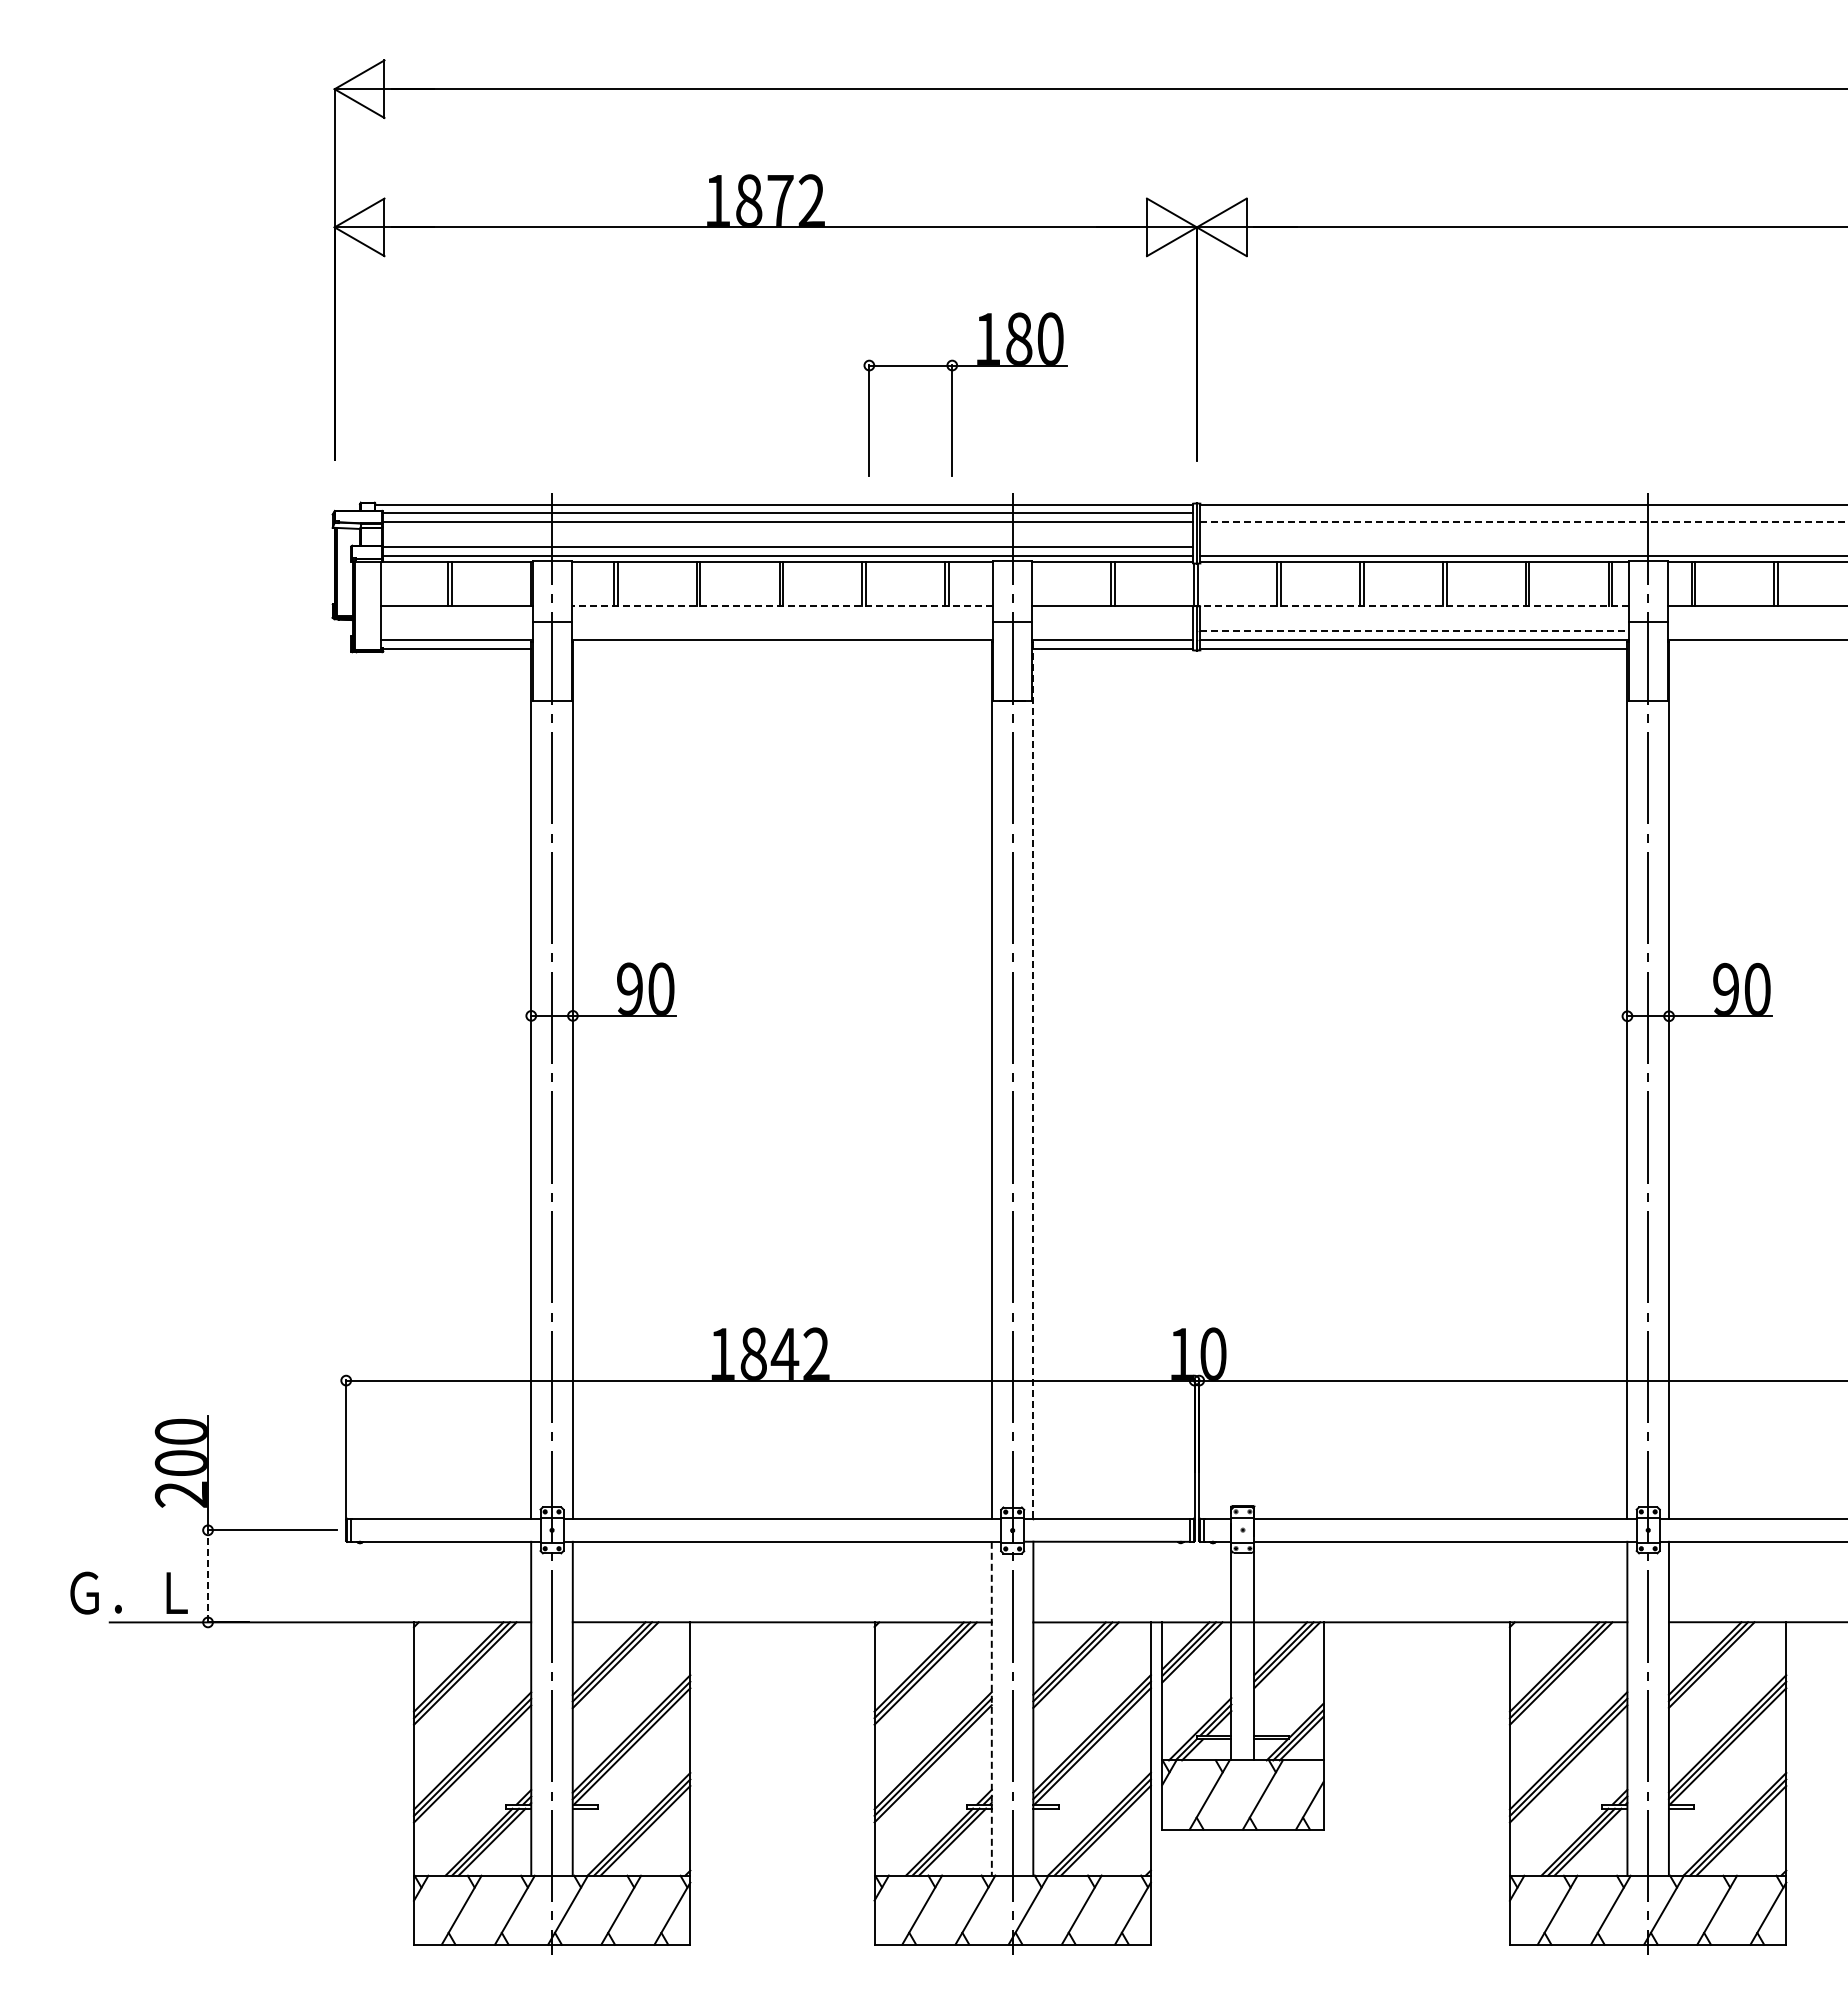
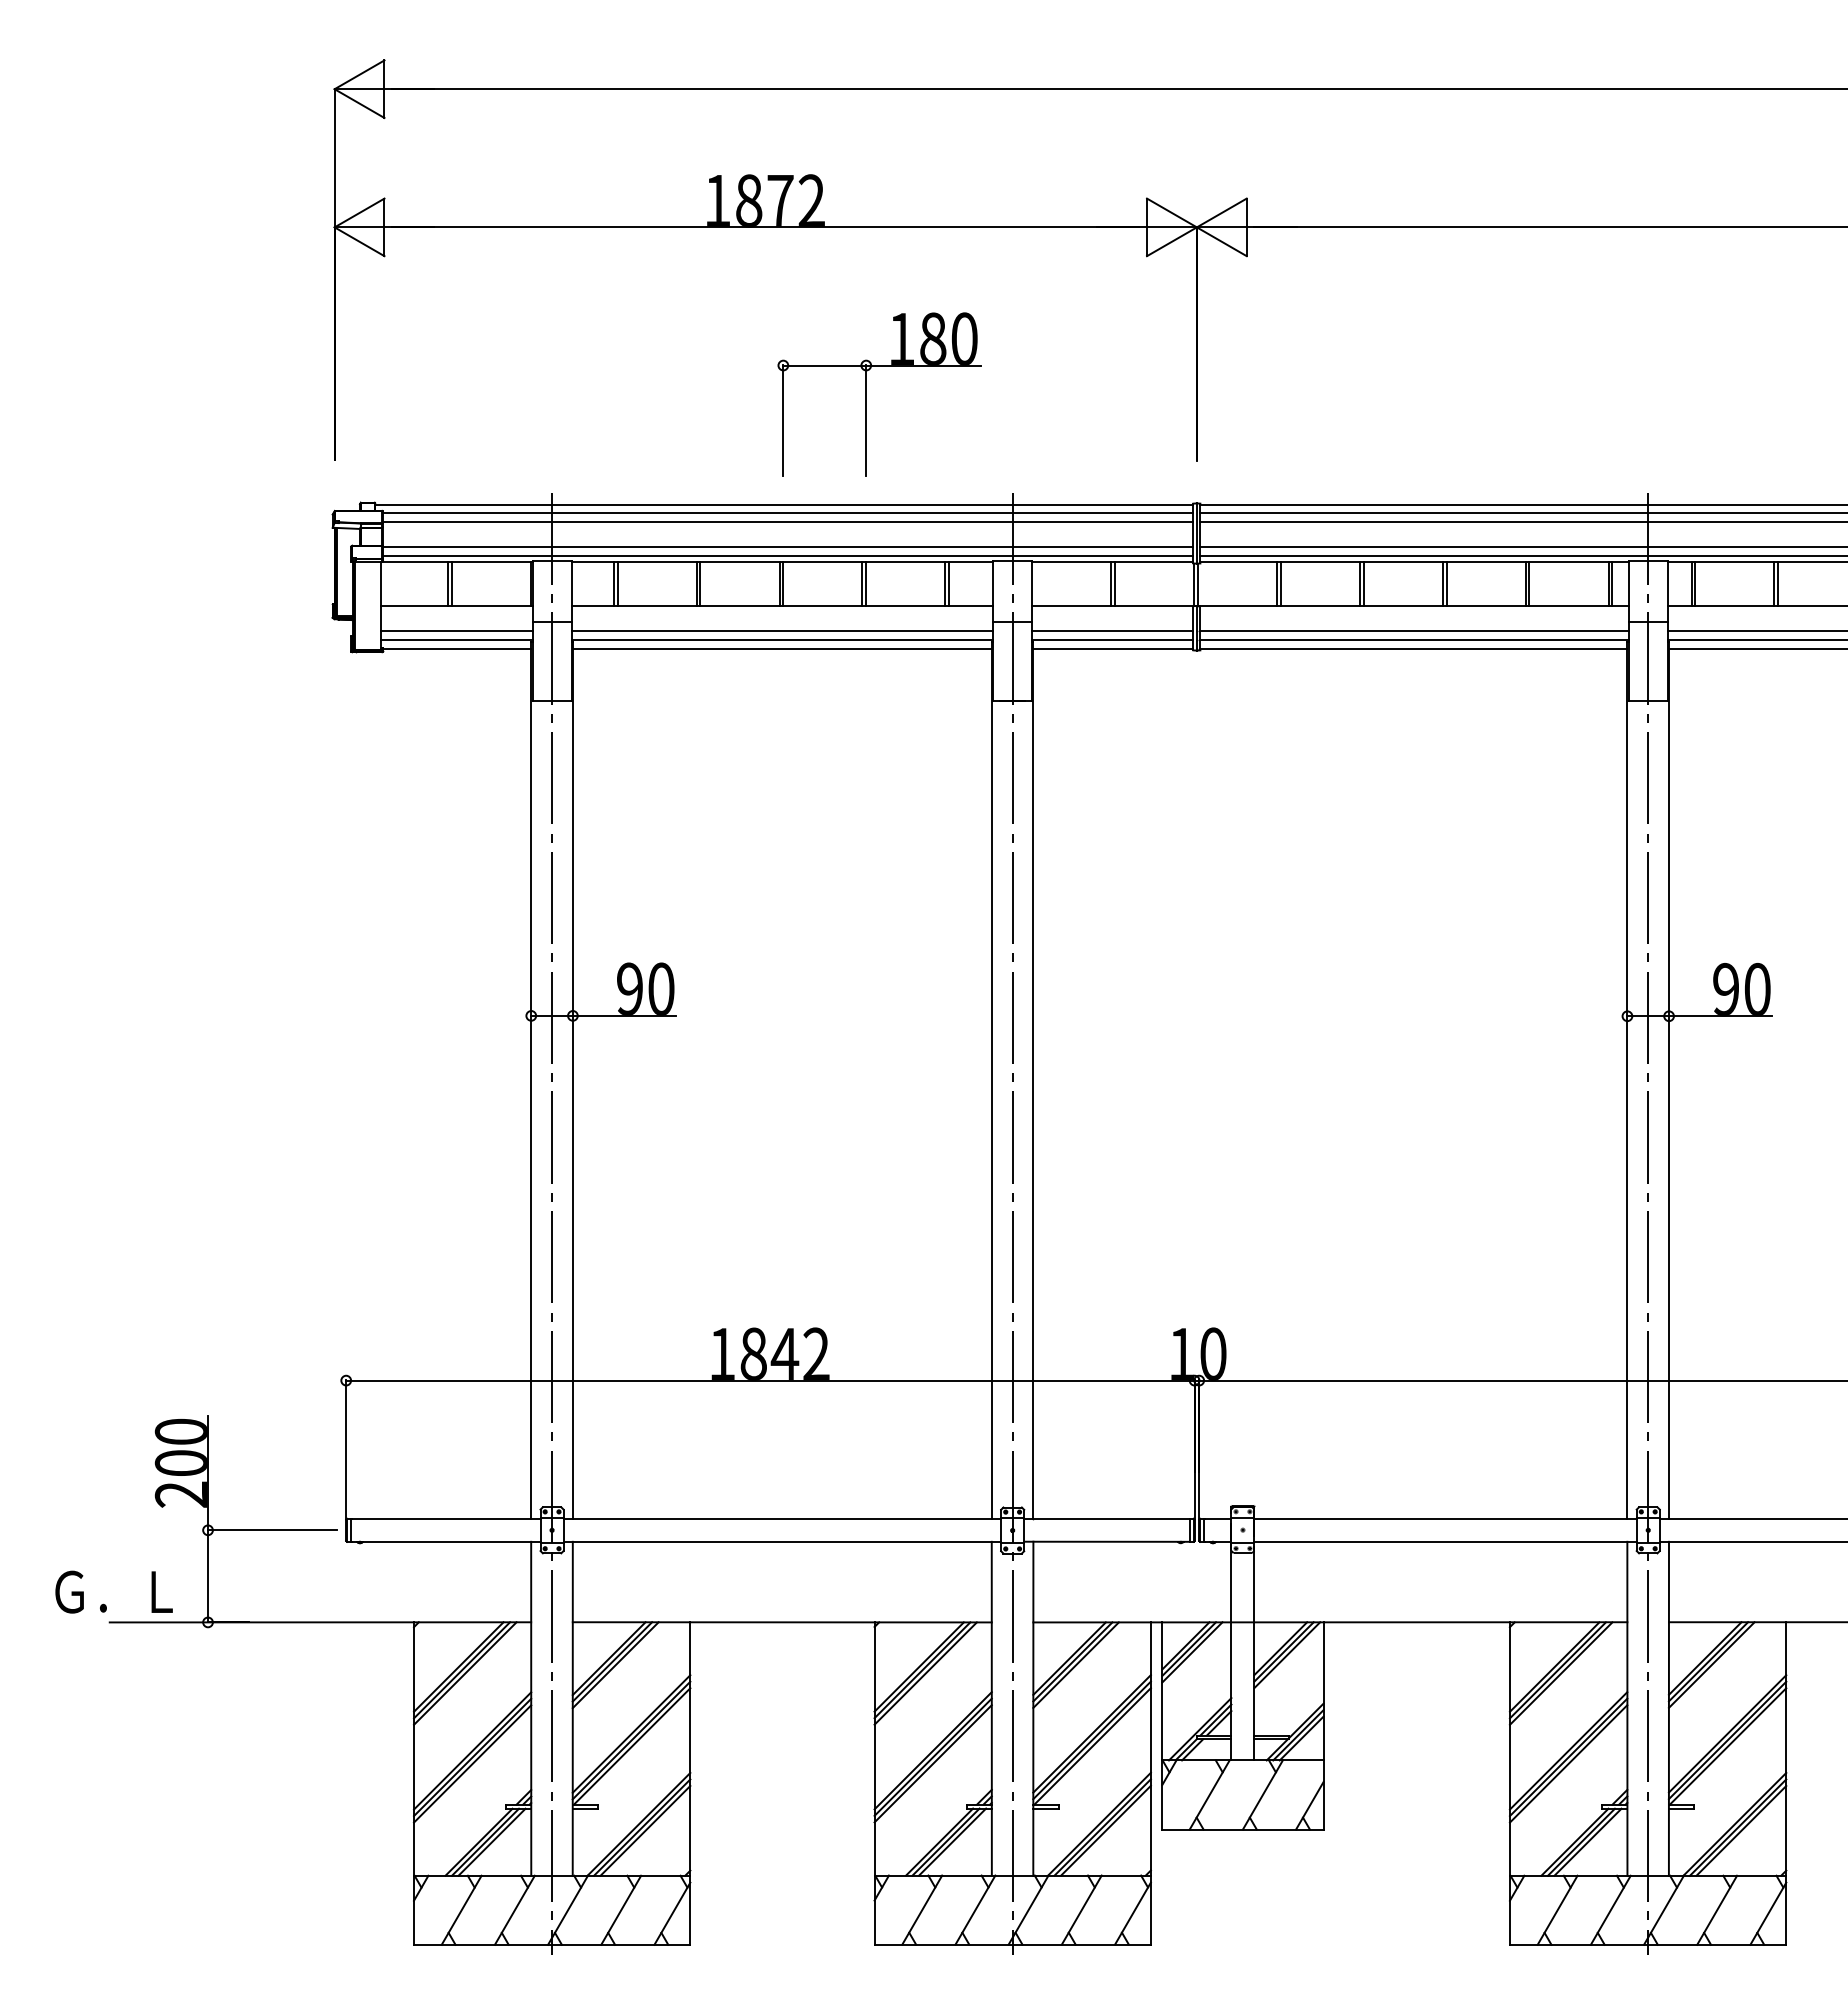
part at (952, 394) position: (952, 394) -> (866, 394)
line at (1522, 513): none -> present
line at (1524, 522): dashed -> solid
line at (1522, 547): none -> present
line at (782, 605): dashed -> solid
line at (1412, 605): dashed -> solid
line at (456, 631): none -> present
line at (782, 631): none -> present
line at (1112, 631): none -> present
line at (1415, 631): dashed -> solid
line at (1755, 631): none -> present
line at (781, 648): none -> present
line at (1756, 648): none -> present
line at (1033, 1080): dashed -> solid
line at (208, 1575): dashed -> solid
text at (128, 1592) position: (128, 1592) -> (113, 1591)
line at (991, 1708): dashed -> solid
